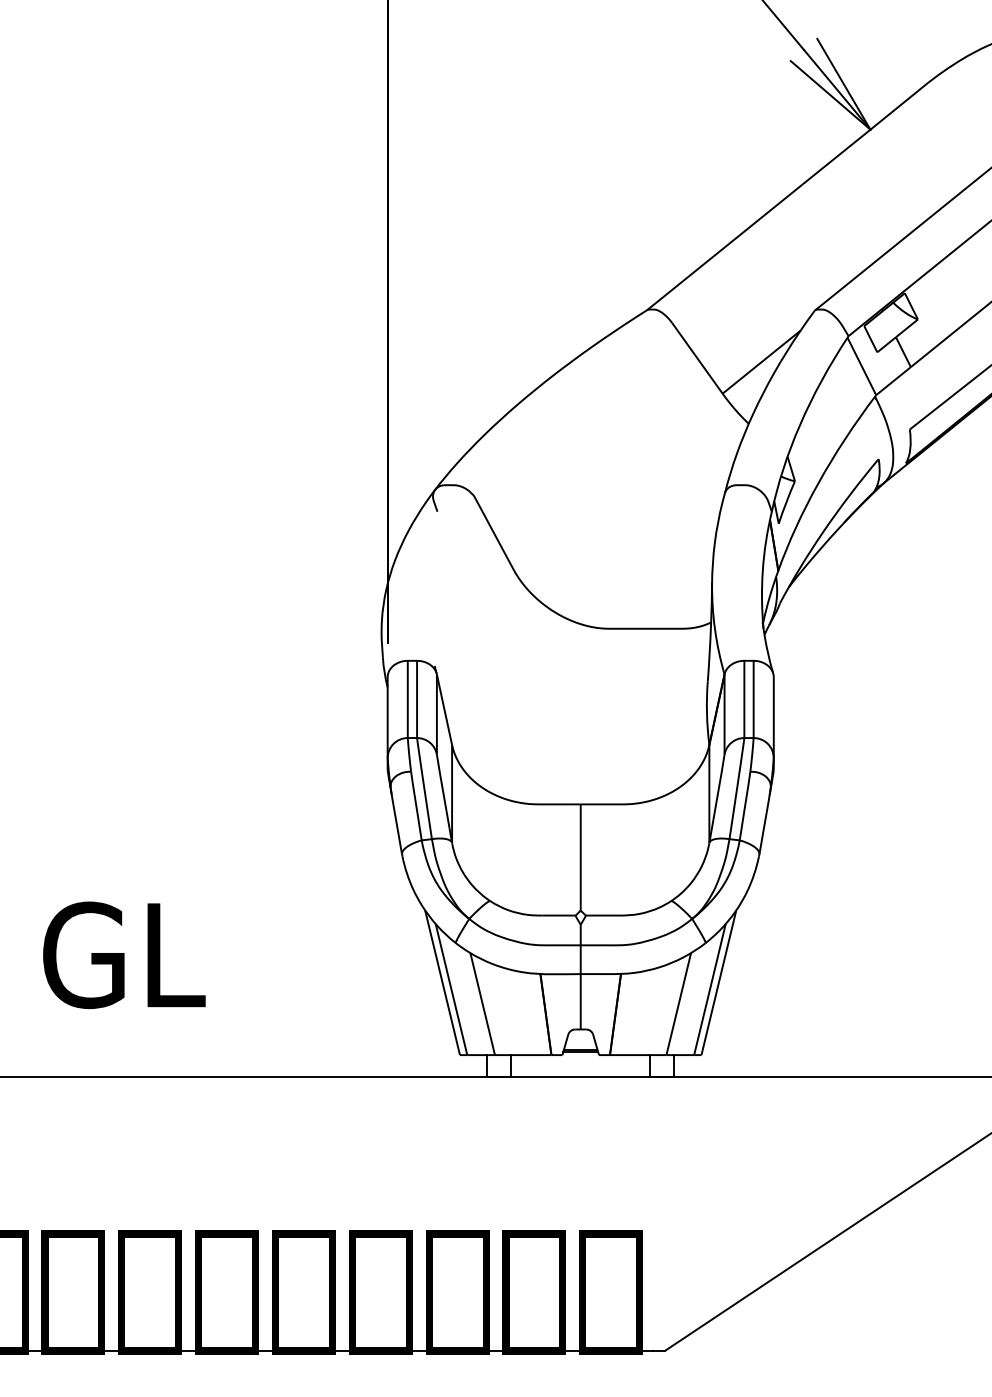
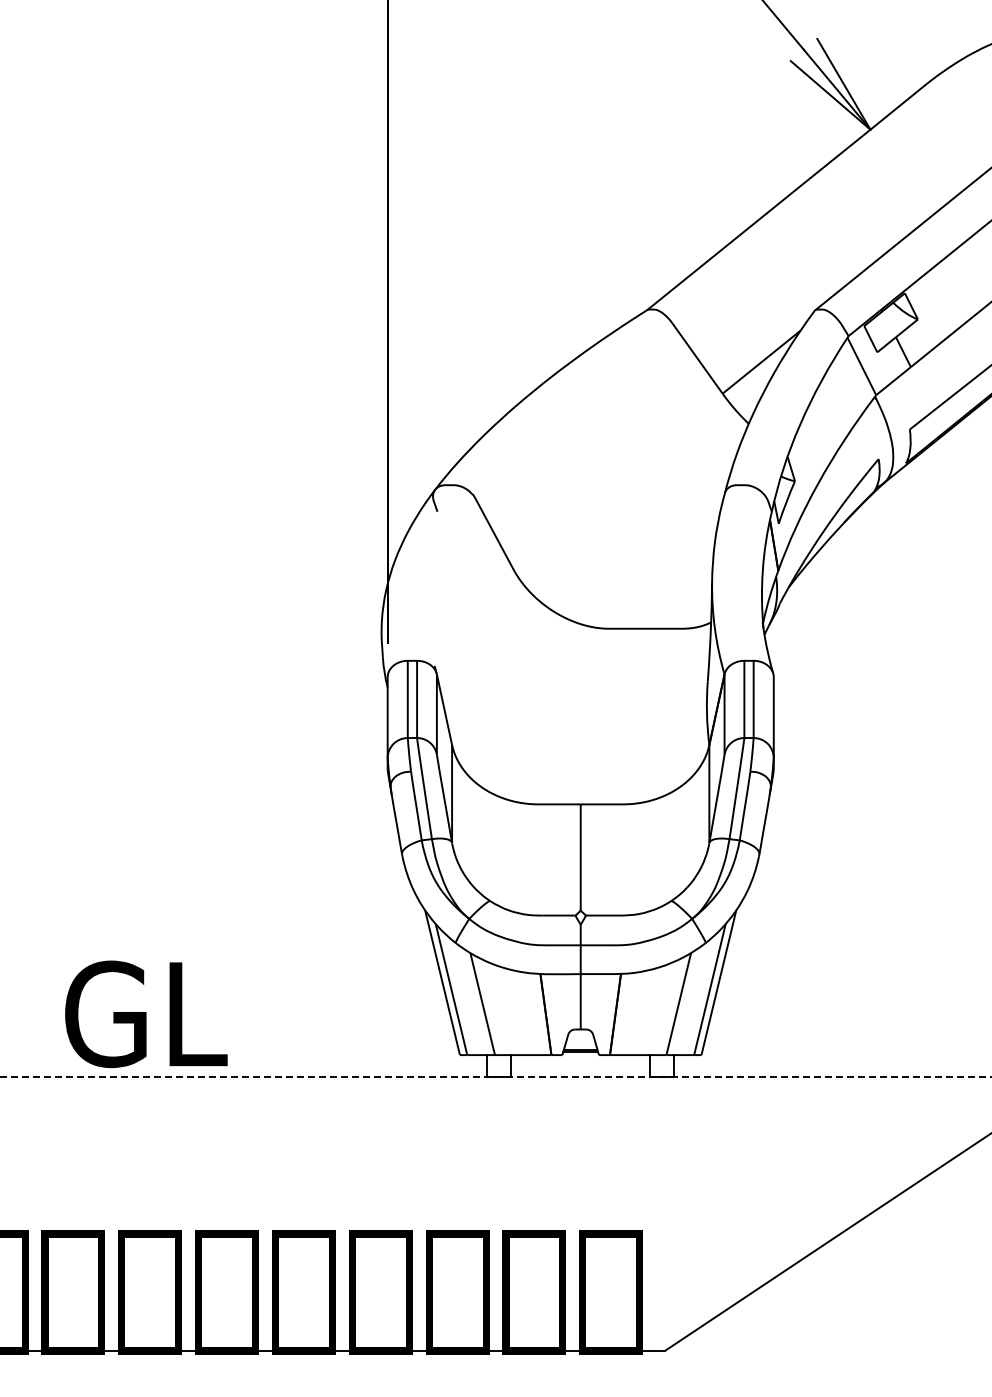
text at (124, 955) position: (124, 955) -> (146, 1014)
line at (495, 1077): solid -> dashed
